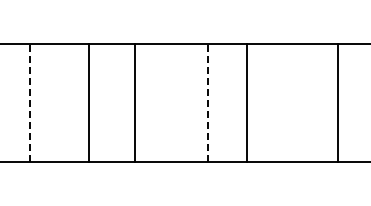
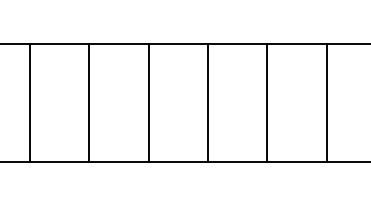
line at (29, 102): dashed -> solid
line at (134, 102) position: (134, 102) -> (148, 102)
line at (208, 102): dashed -> solid
line at (247, 102) position: (247, 102) -> (267, 102)
line at (337, 102) position: (337, 102) -> (326, 102)
